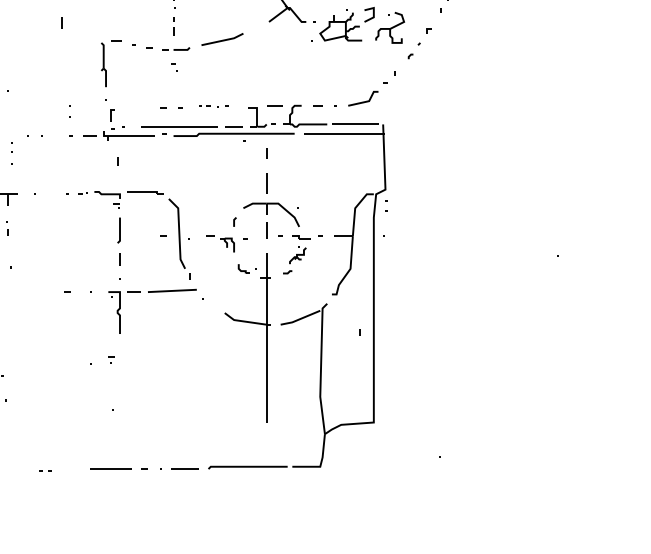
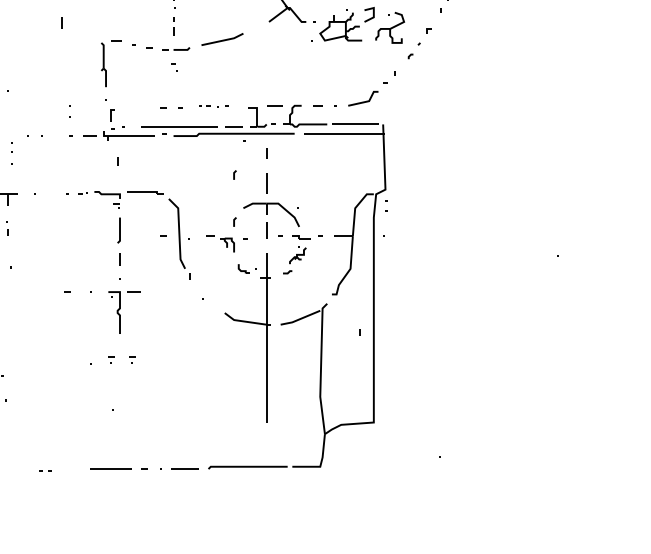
line at (234, 174): none -> present
line at (172, 290): present -> none
part at (132, 359): none -> present
